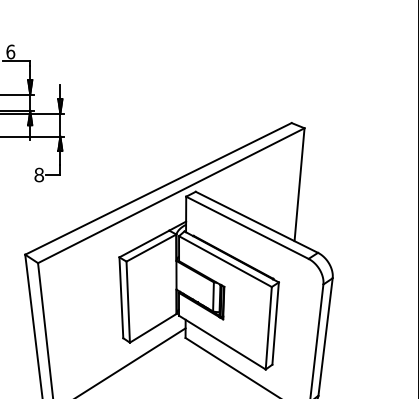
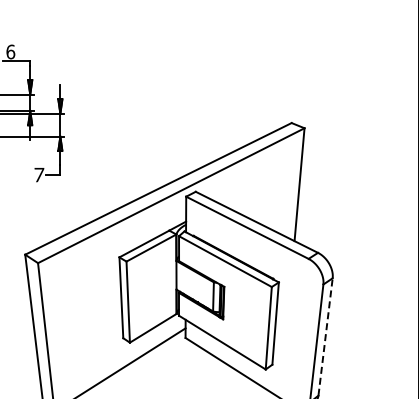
text at (39, 174): 8 -> 7
line at (325, 336): solid -> dashed
